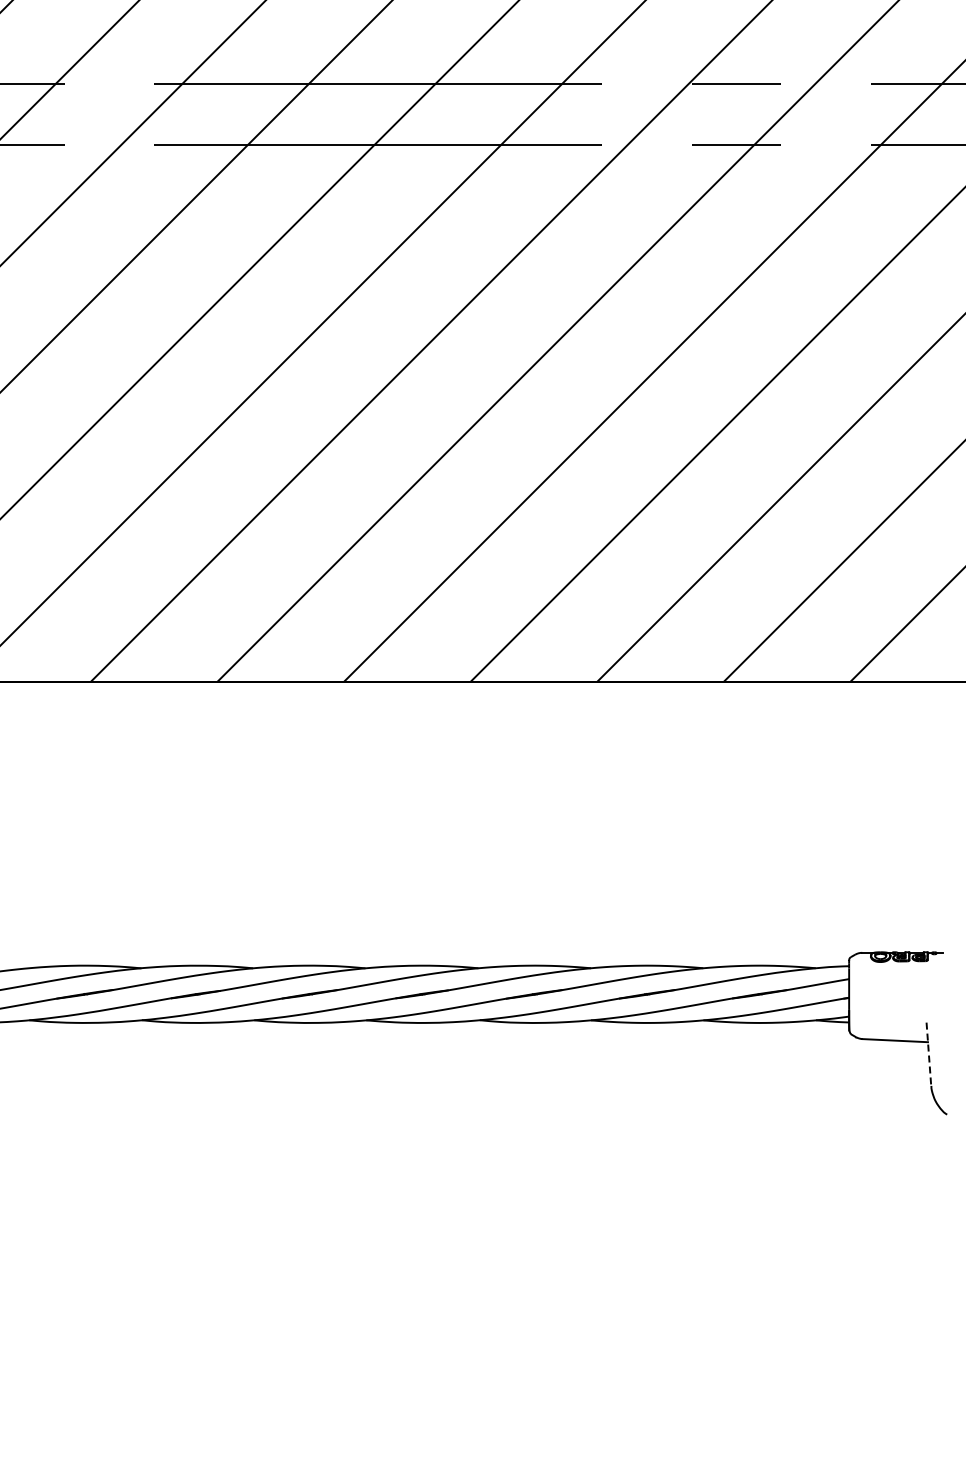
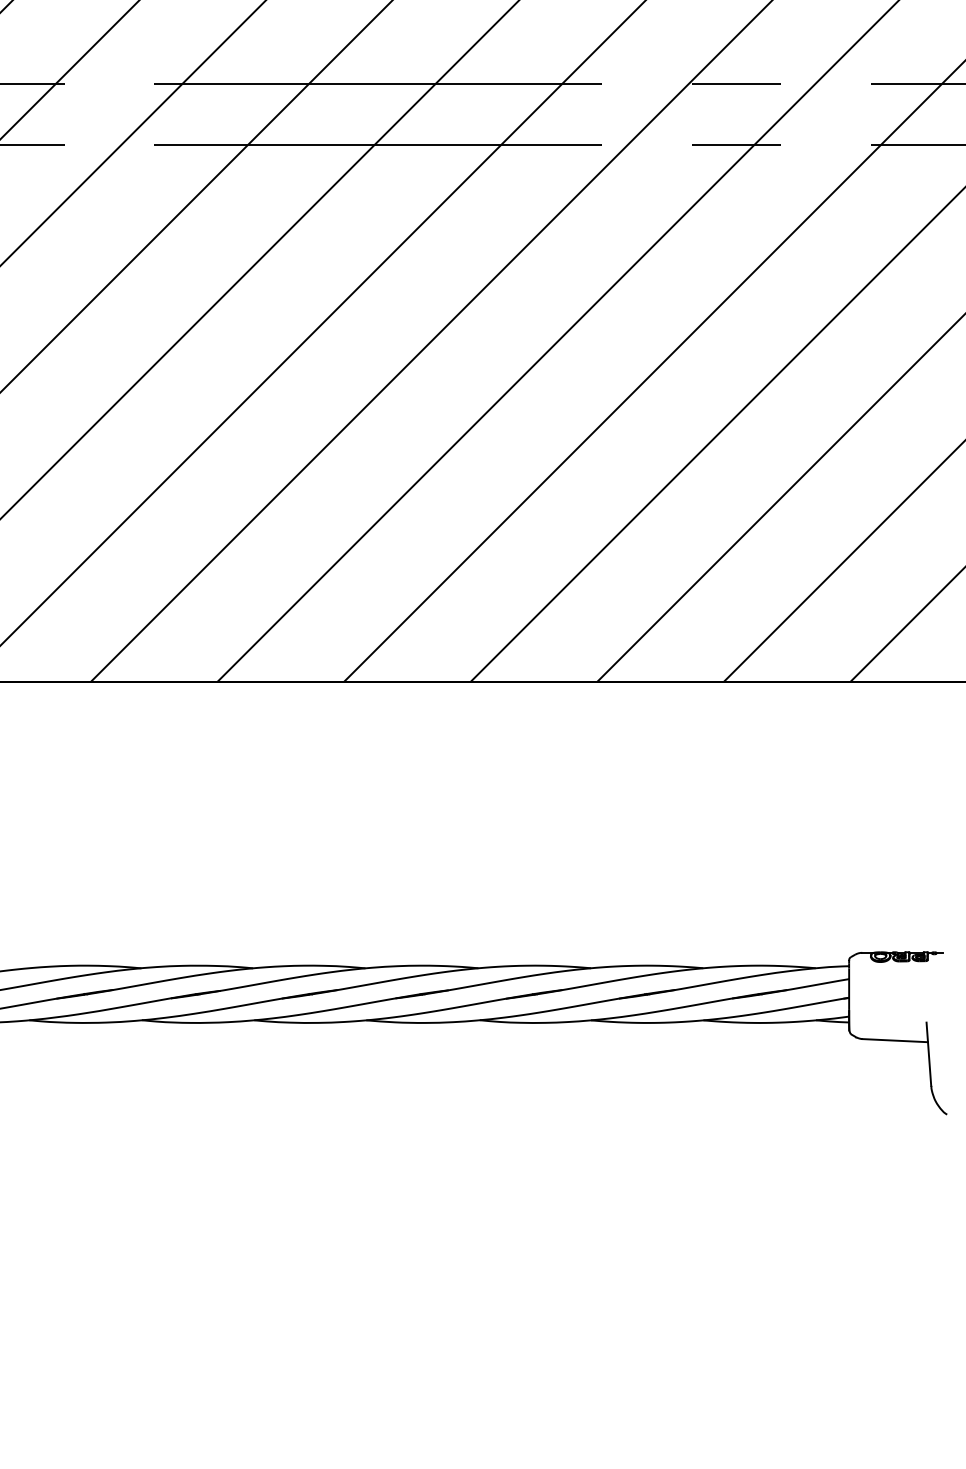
line at (928, 1054): dashed -> solid
